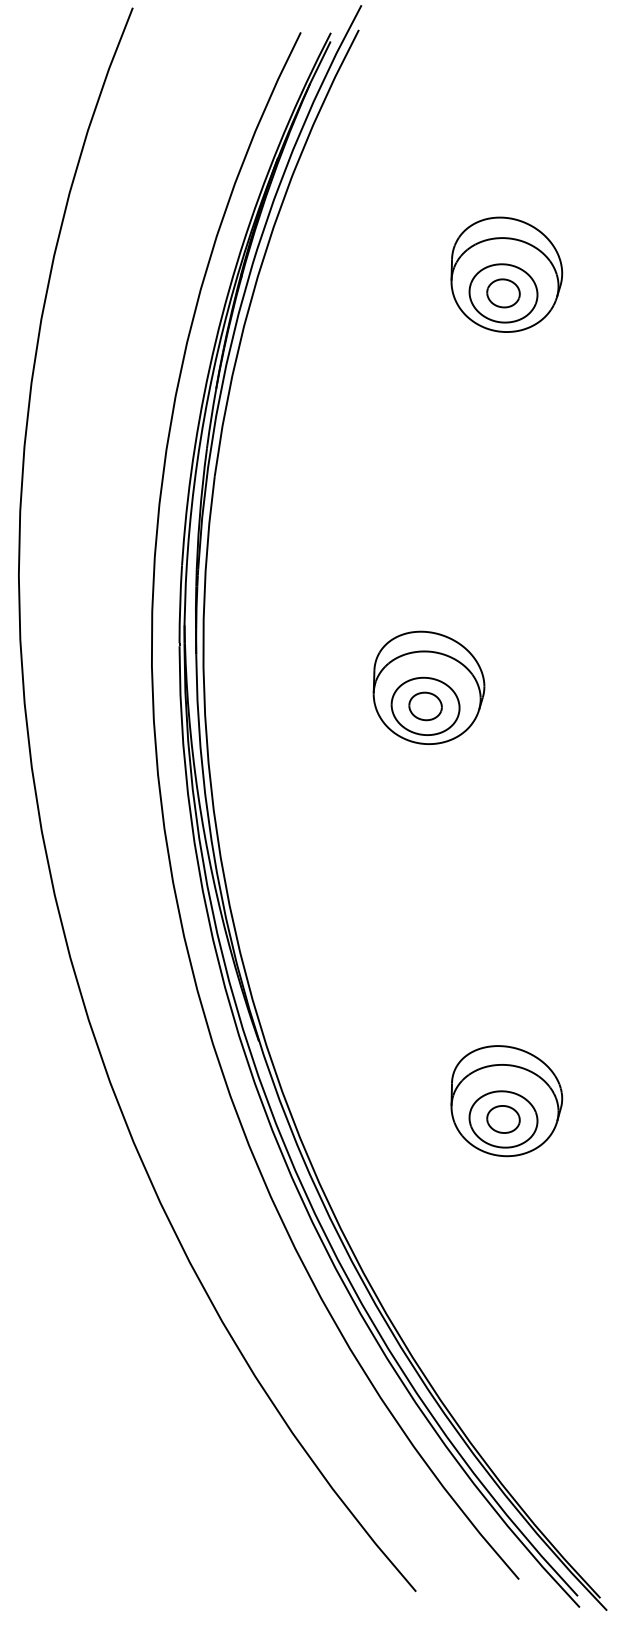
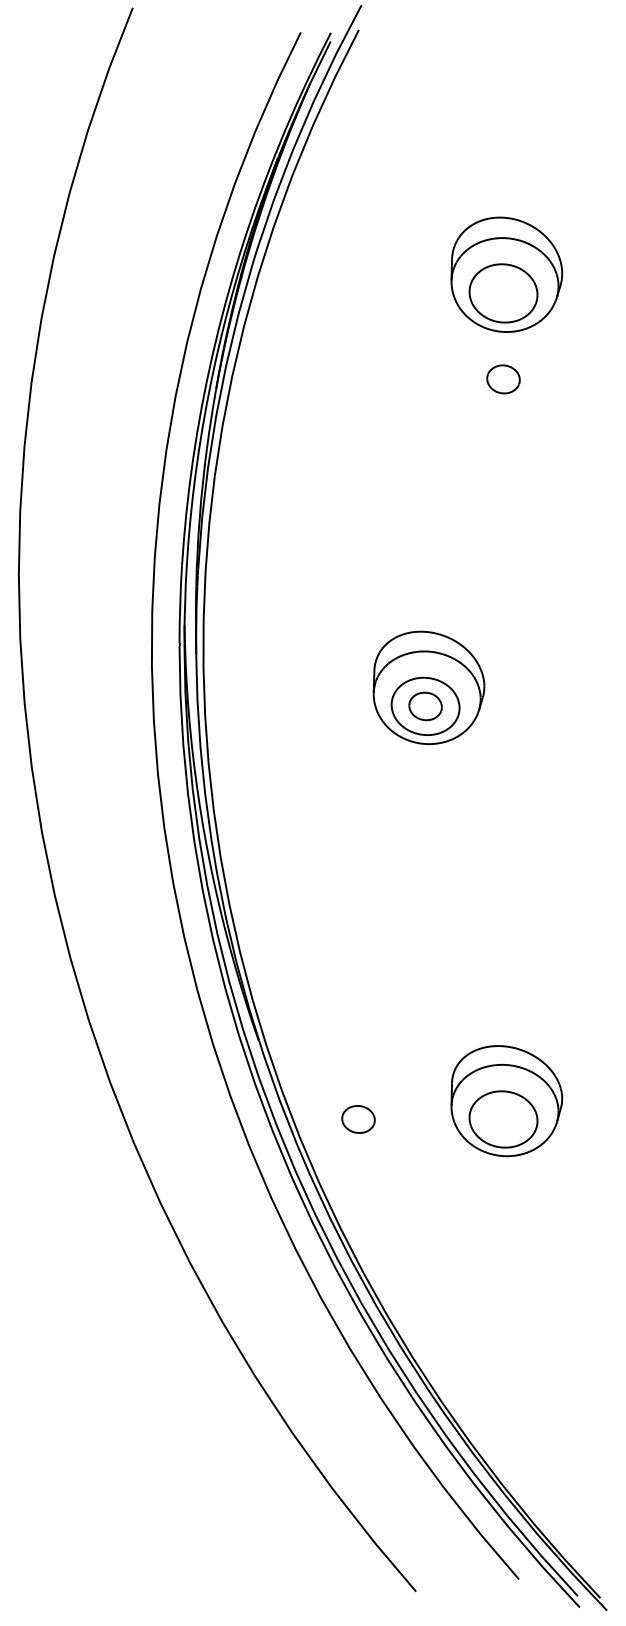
part at (503, 293) position: (503, 293) -> (503, 379)
part at (503, 1119) position: (503, 1119) -> (358, 1119)
